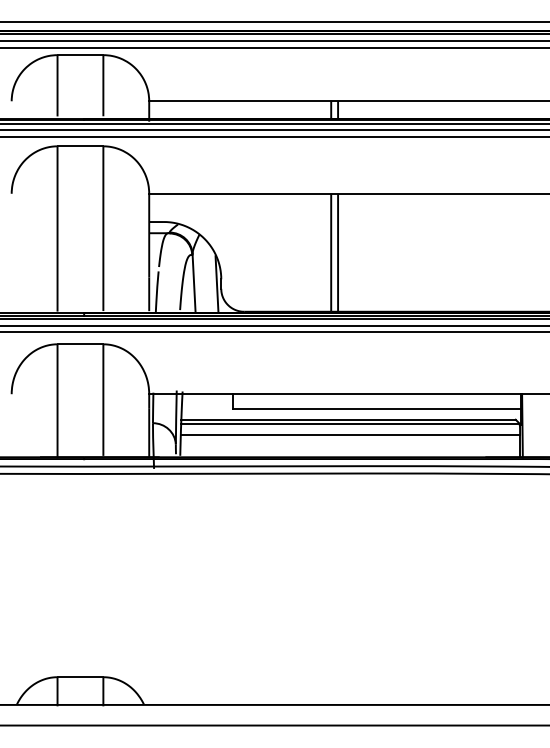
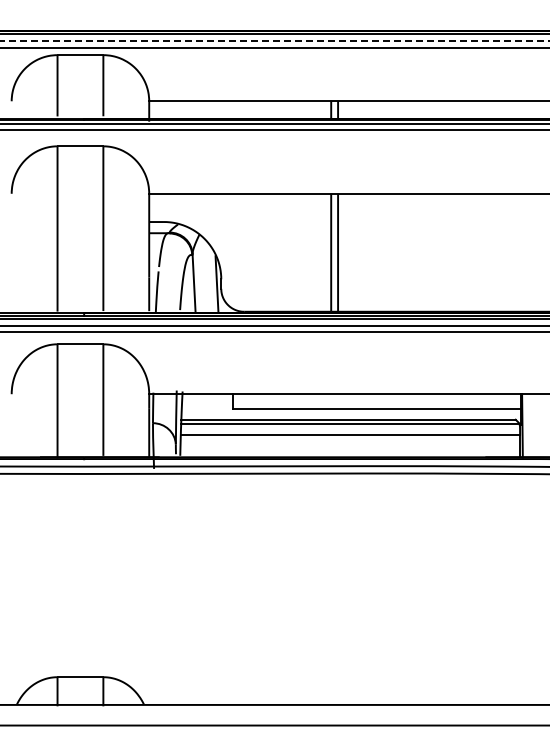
line at (274, 22): present -> none
line at (275, 40): solid -> dashed
line at (274, 136): present -> none
